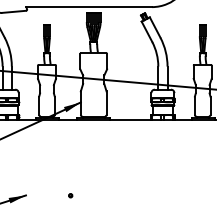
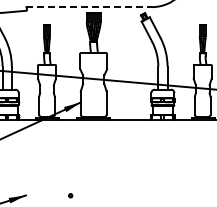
line at (89, 7): solid -> dashed
